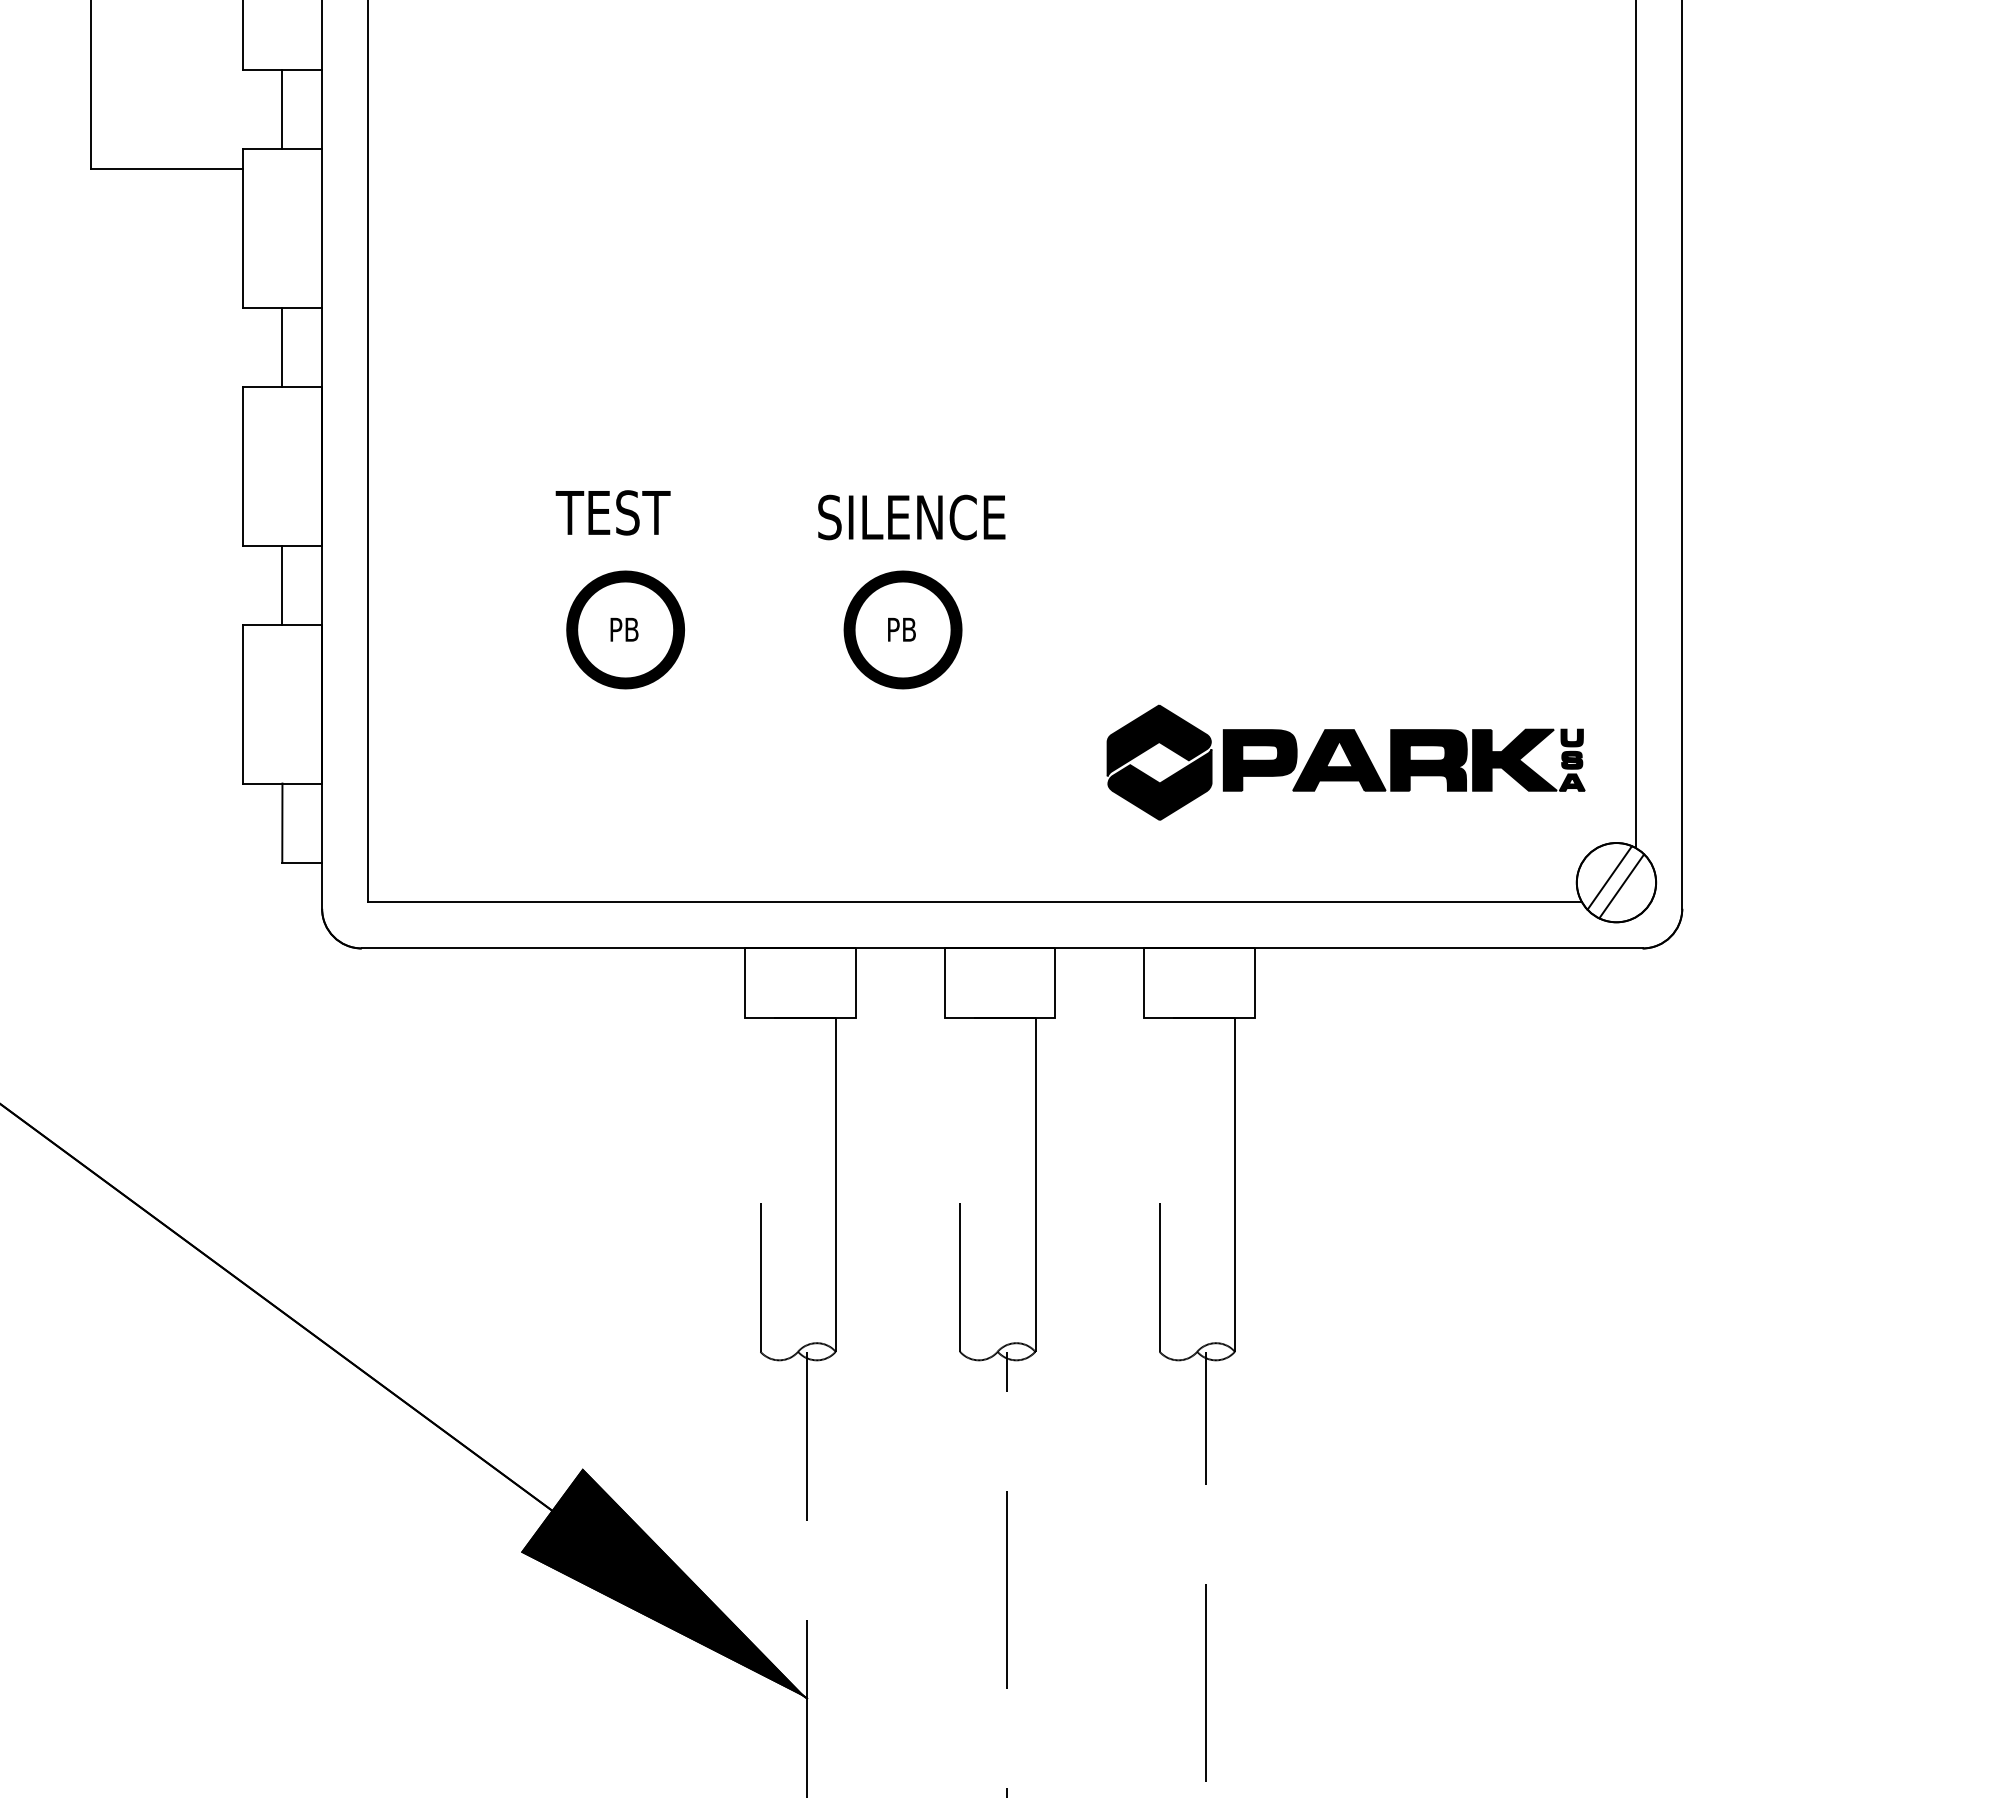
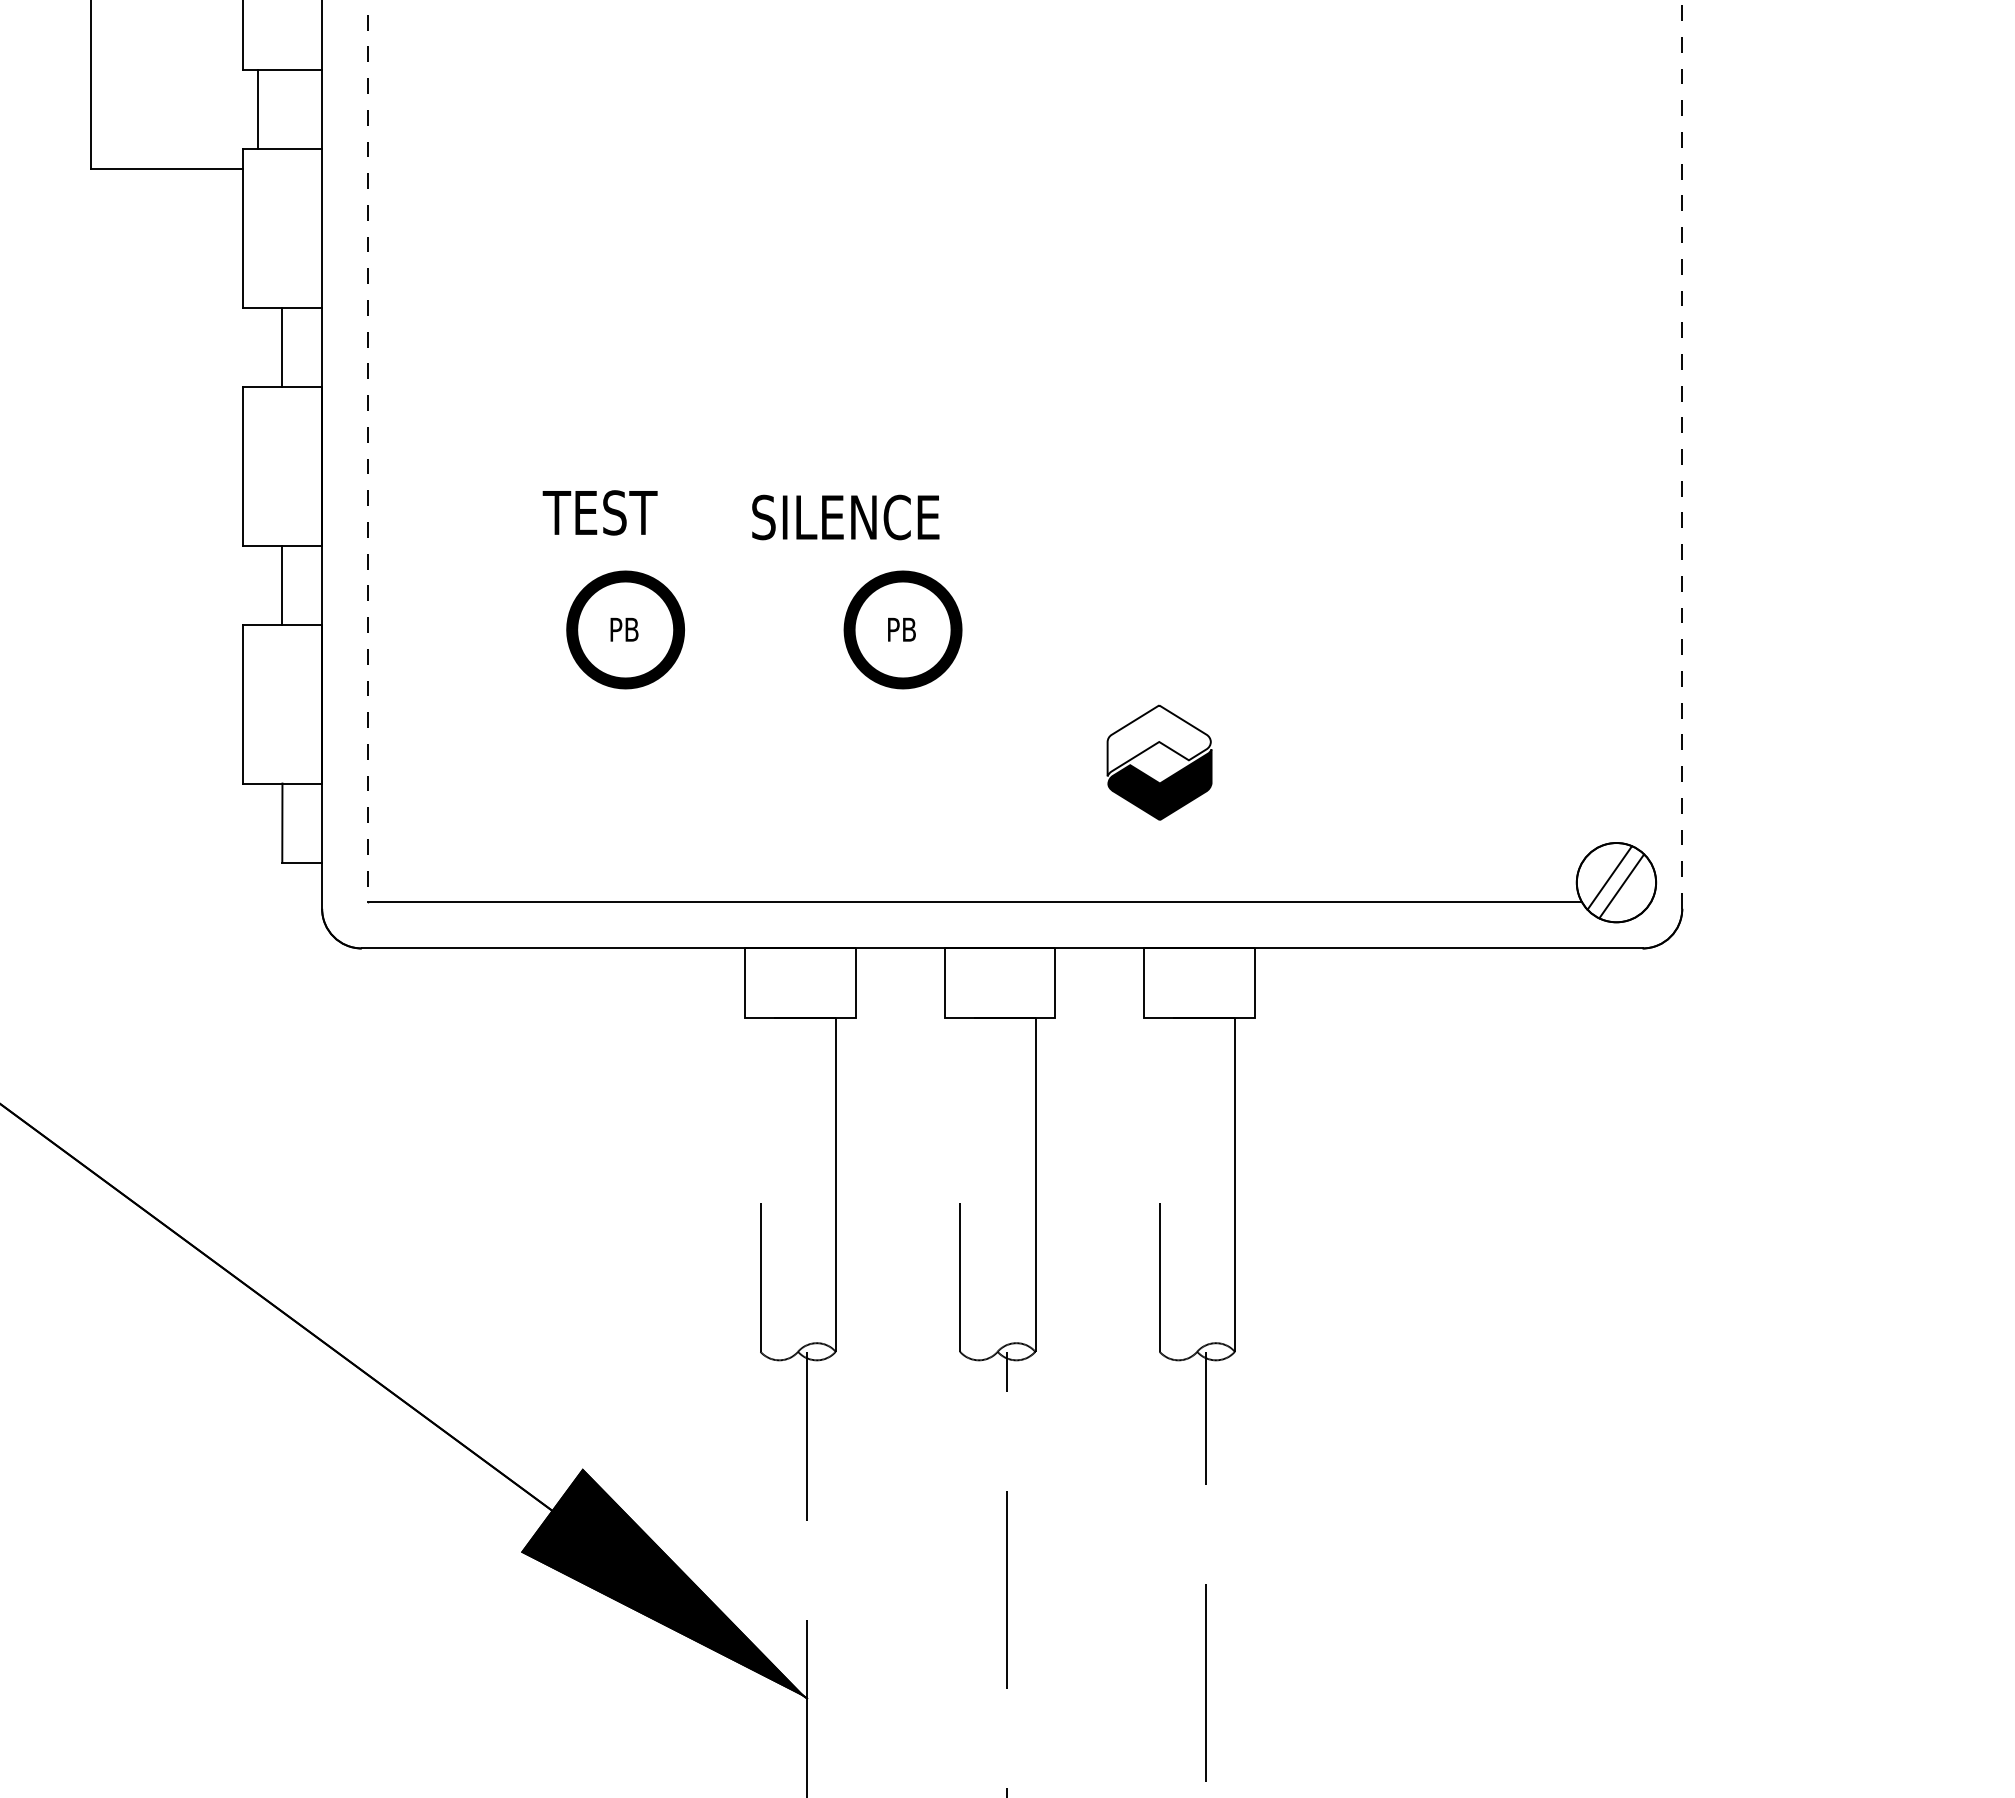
line at (282, 109) position: (282, 109) -> (258, 109)
line at (1636, 425): present -> none
line at (368, 451): solid -> dashed
line at (1682, 454): solid -> dashed
text at (612, 512) position: (612, 512) -> (599, 512)
text at (911, 517) position: (911, 517) -> (845, 517)
fill at (1158, 740): present -> none
part at (1403, 759): present -> none
